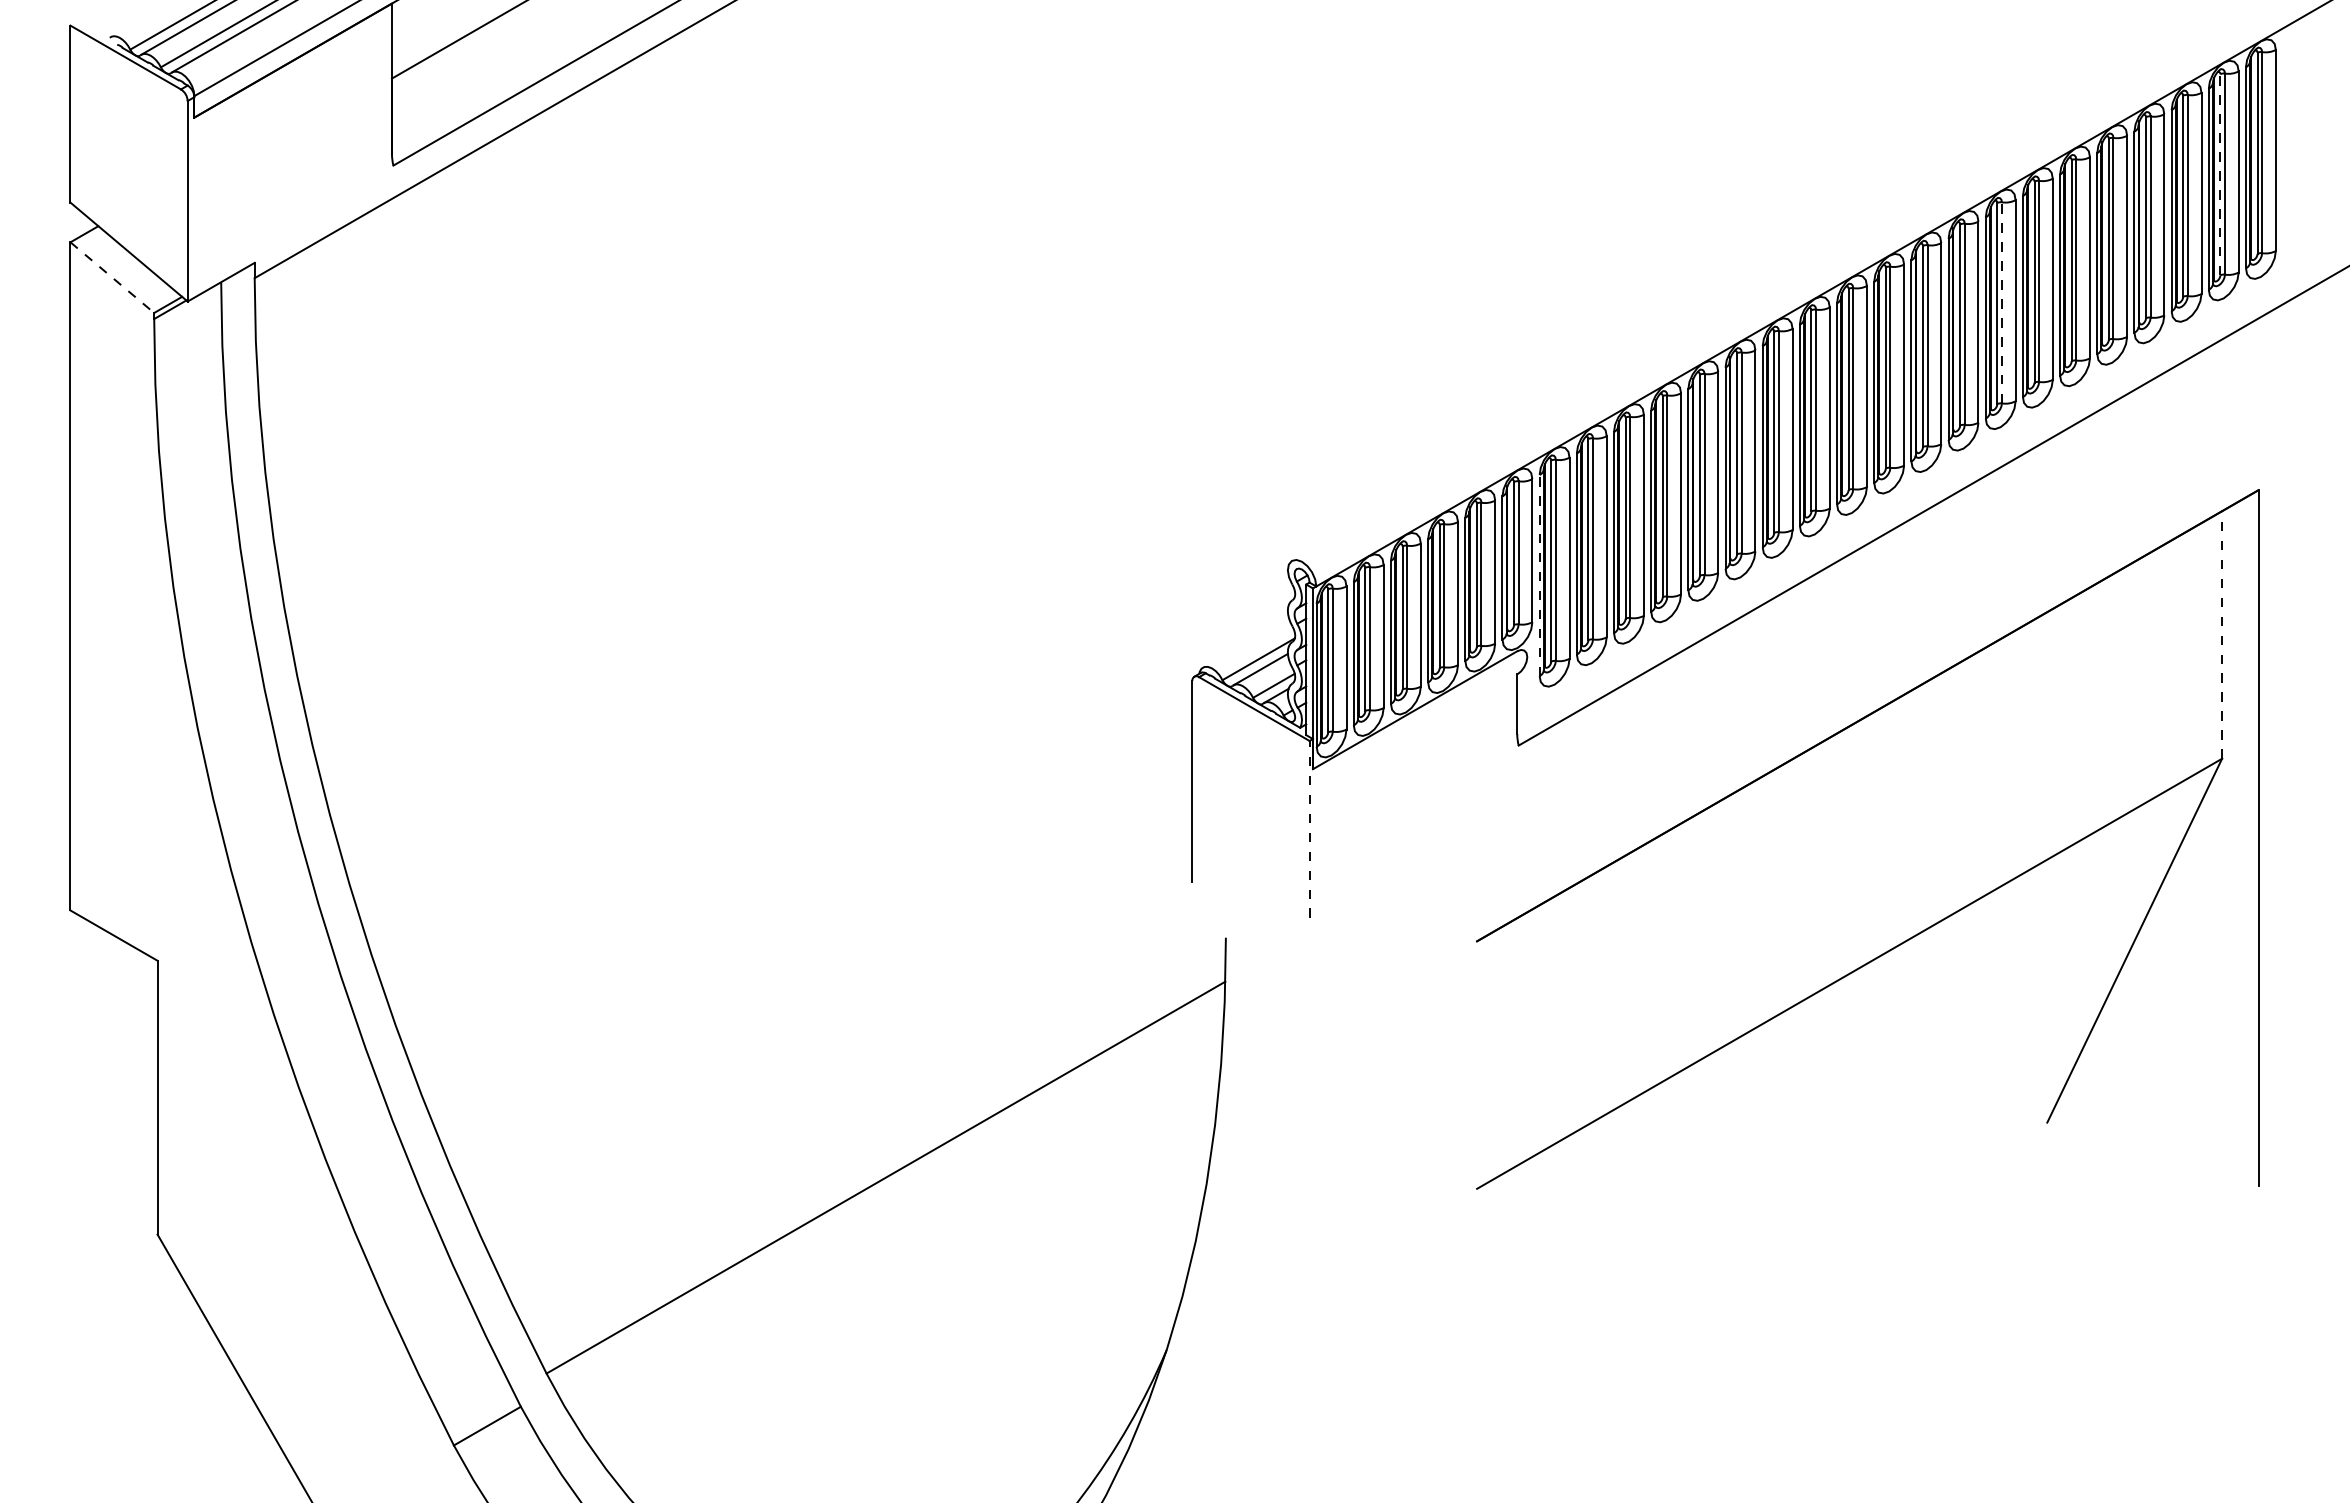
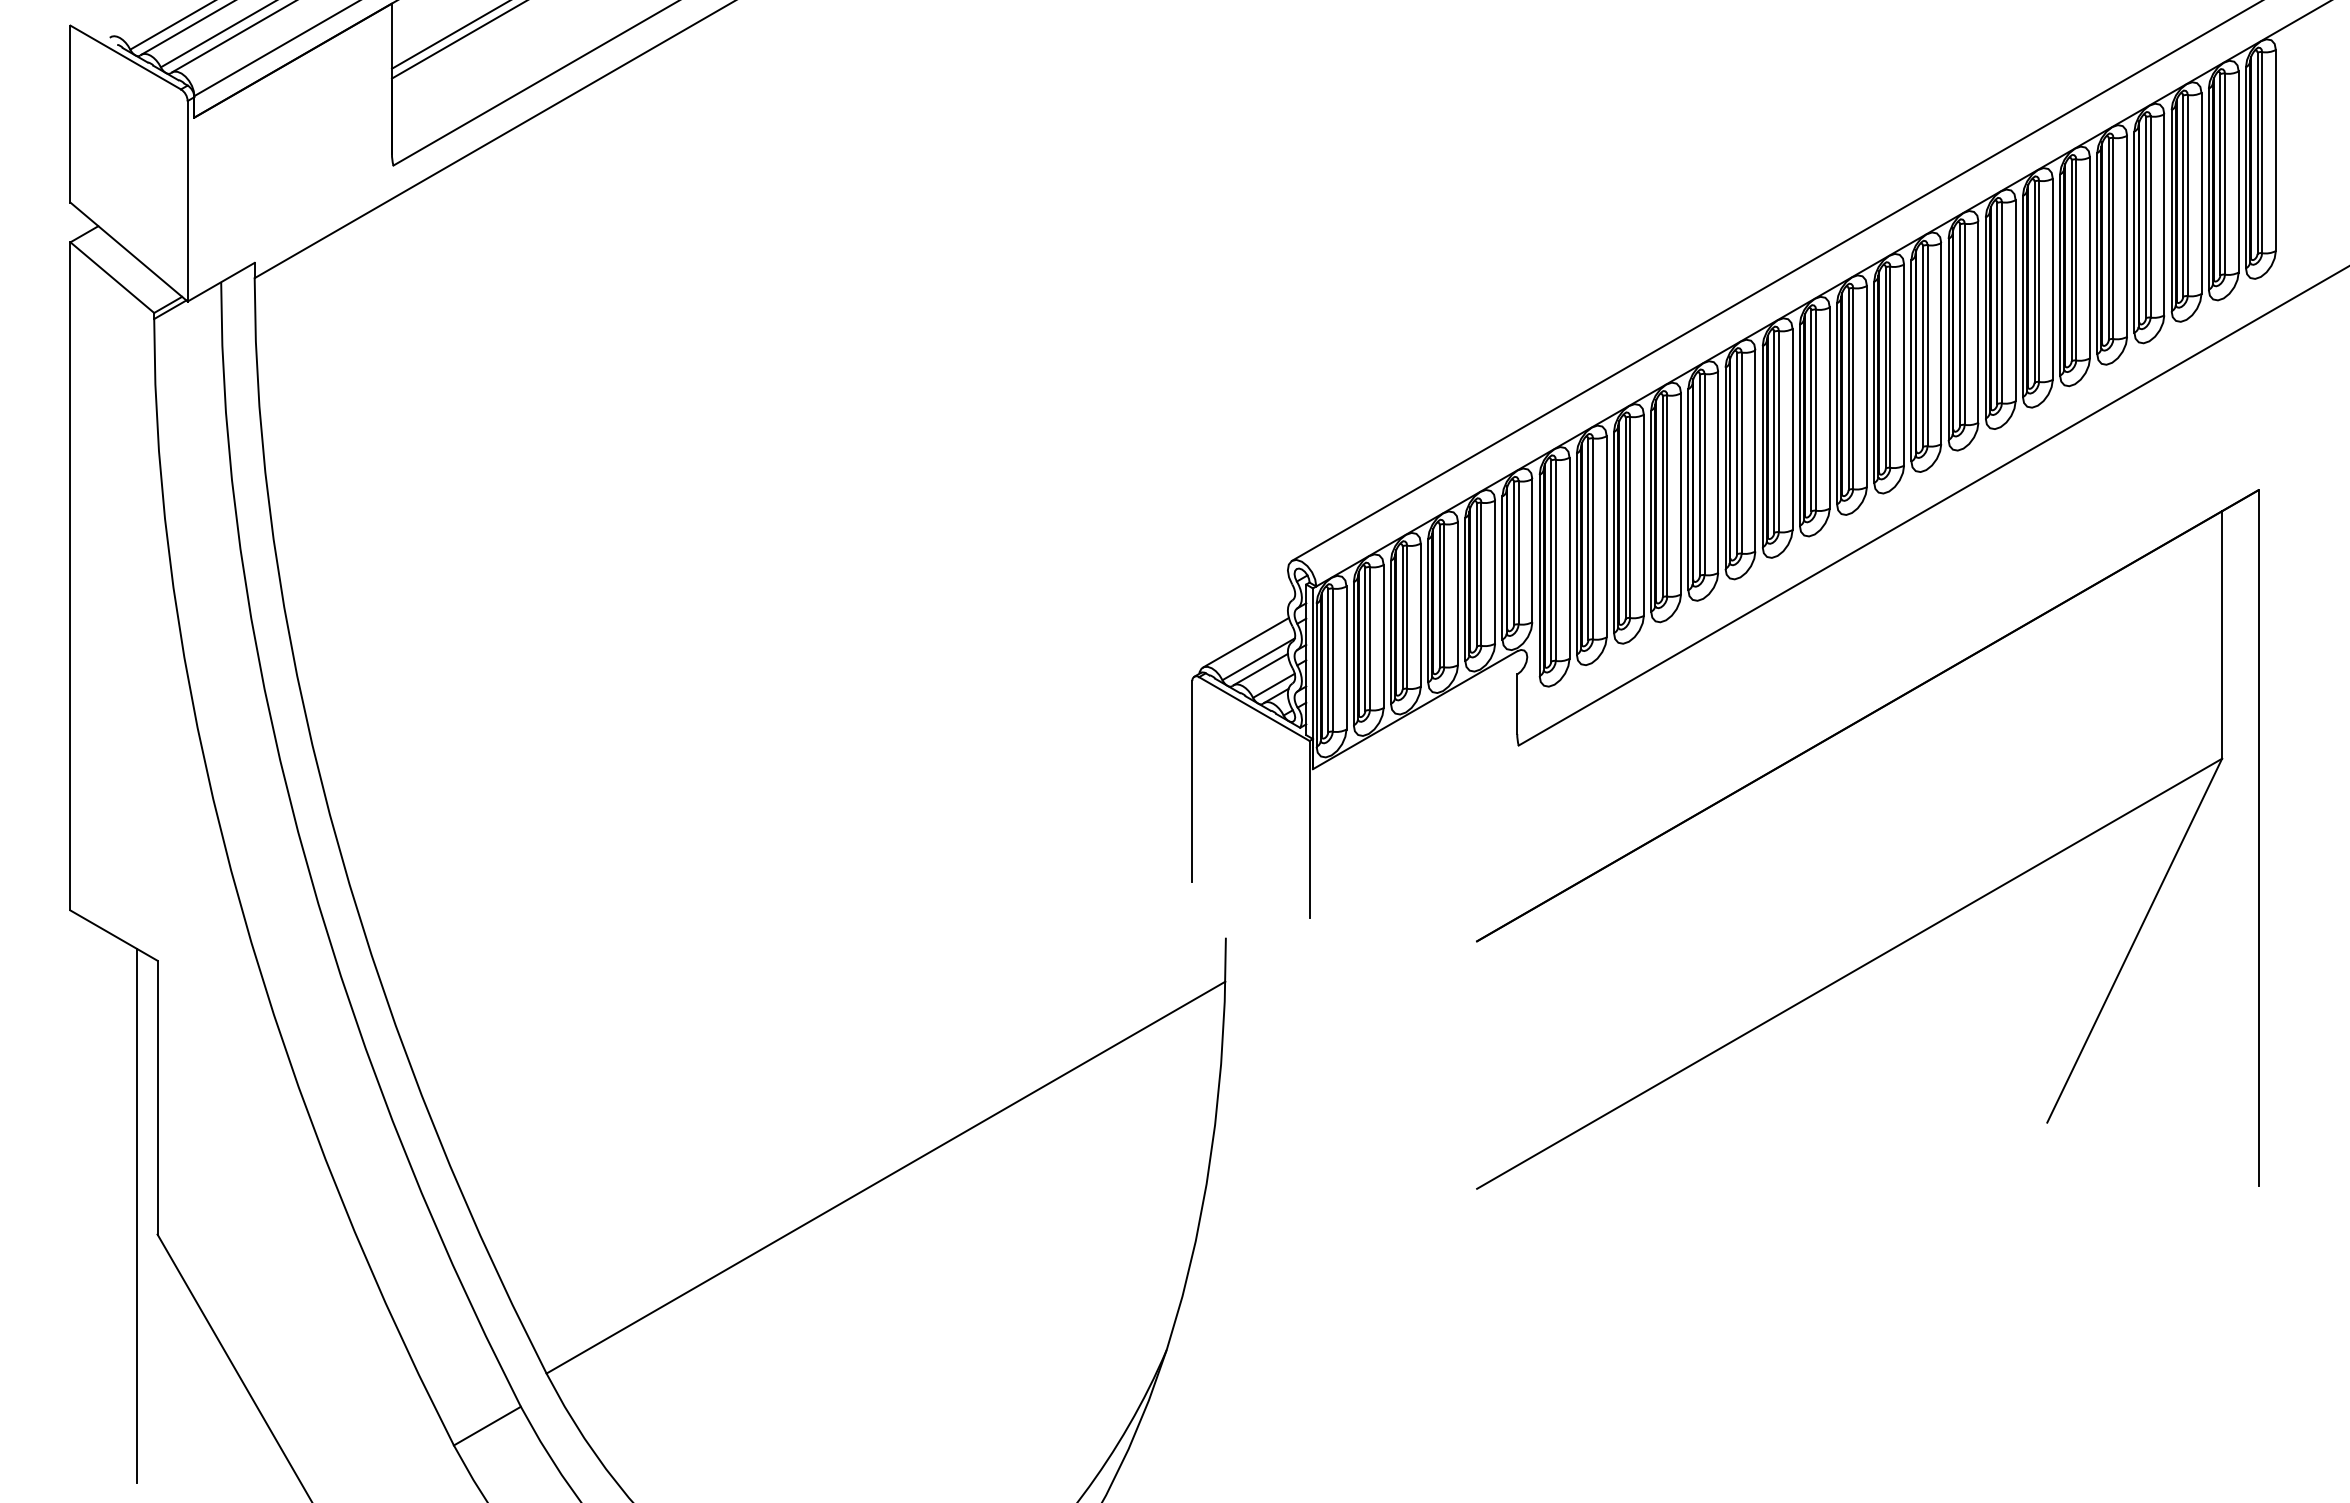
line at (449, 35): none -> present
line at (2220, 174): dashed -> solid
line at (112, 277): dashed -> solid
line at (1775, 281): none -> present
line at (2001, 302): dashed -> solid
line at (1539, 575): dashed -> solid
line at (2222, 634): dashed -> solid
line at (1245, 642): none -> present
line at (1309, 828): dashed -> solid
line at (137, 1215): none -> present
